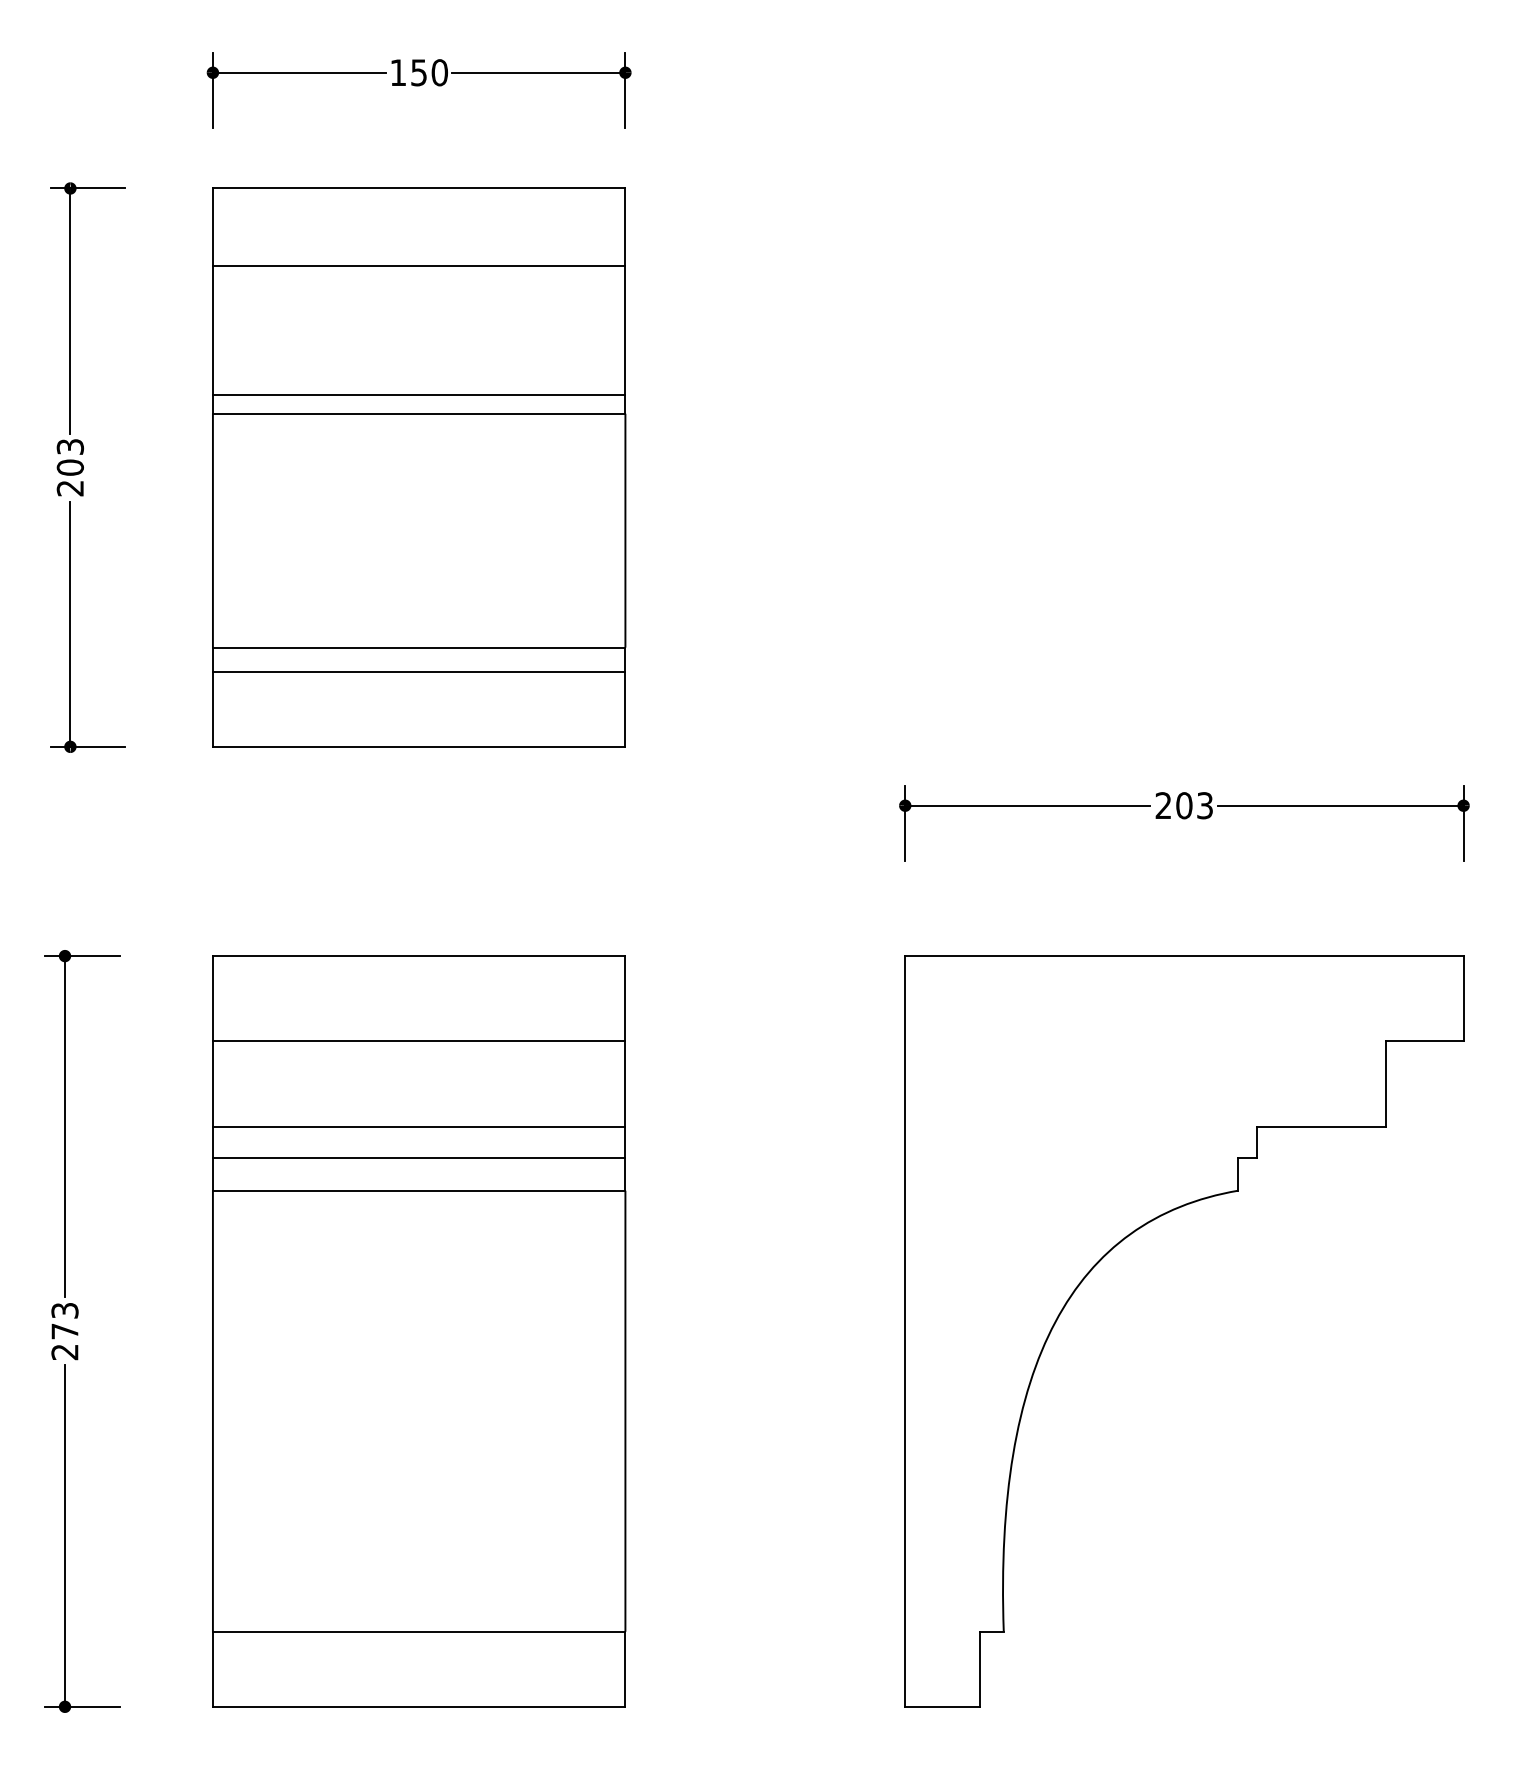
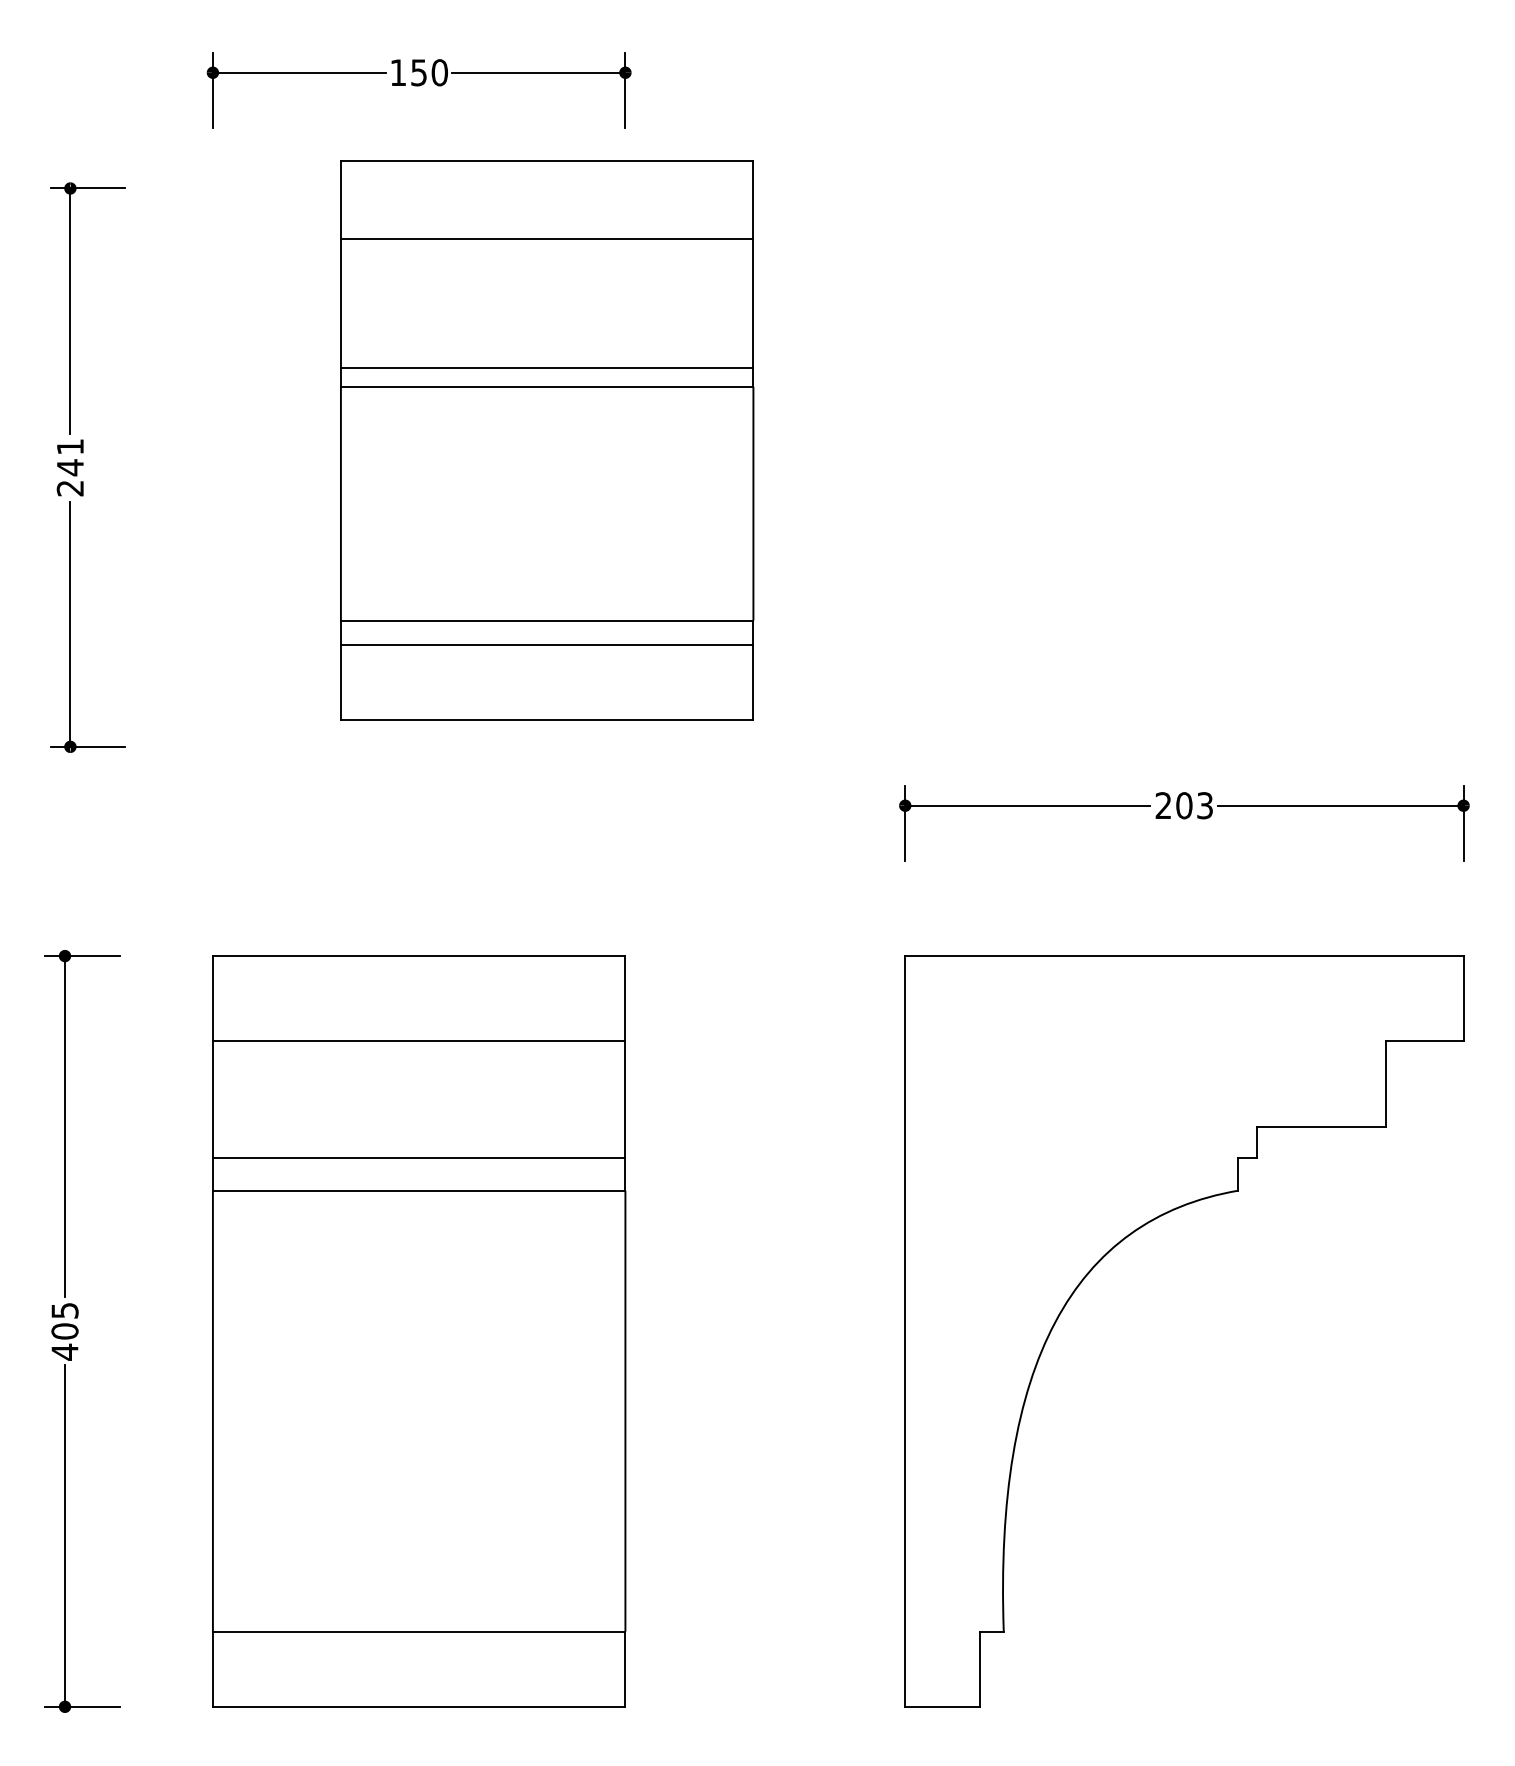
text at (70, 457): 203 -> 241
part at (419, 467) position: (419, 467) -> (547, 440)
line at (418, 1127): present -> none
text at (64, 1331): 273 -> 405
